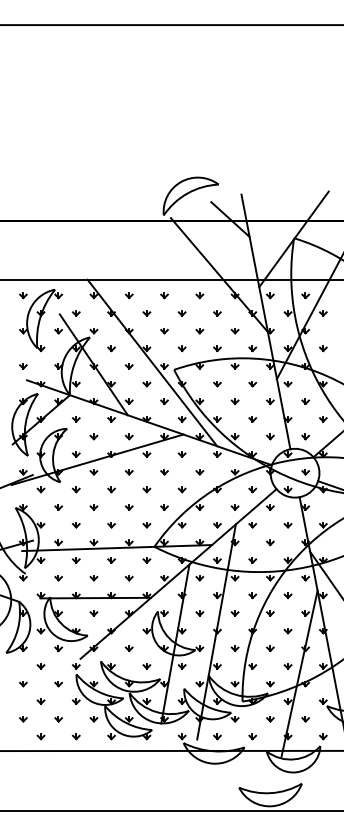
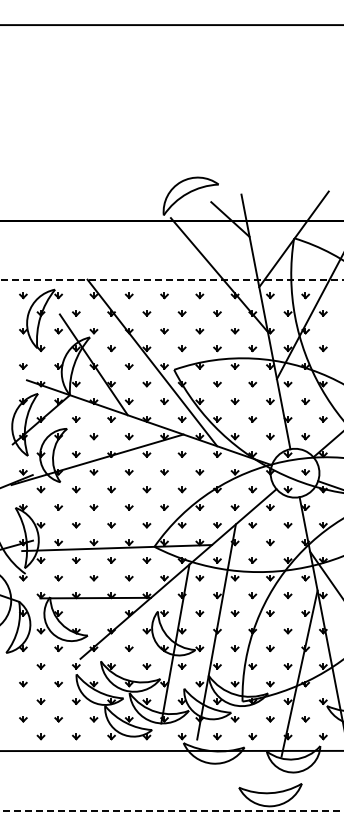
line at (172, 280): solid -> dashed
part at (93, 613): present -> none
line at (171, 810): solid -> dashed
